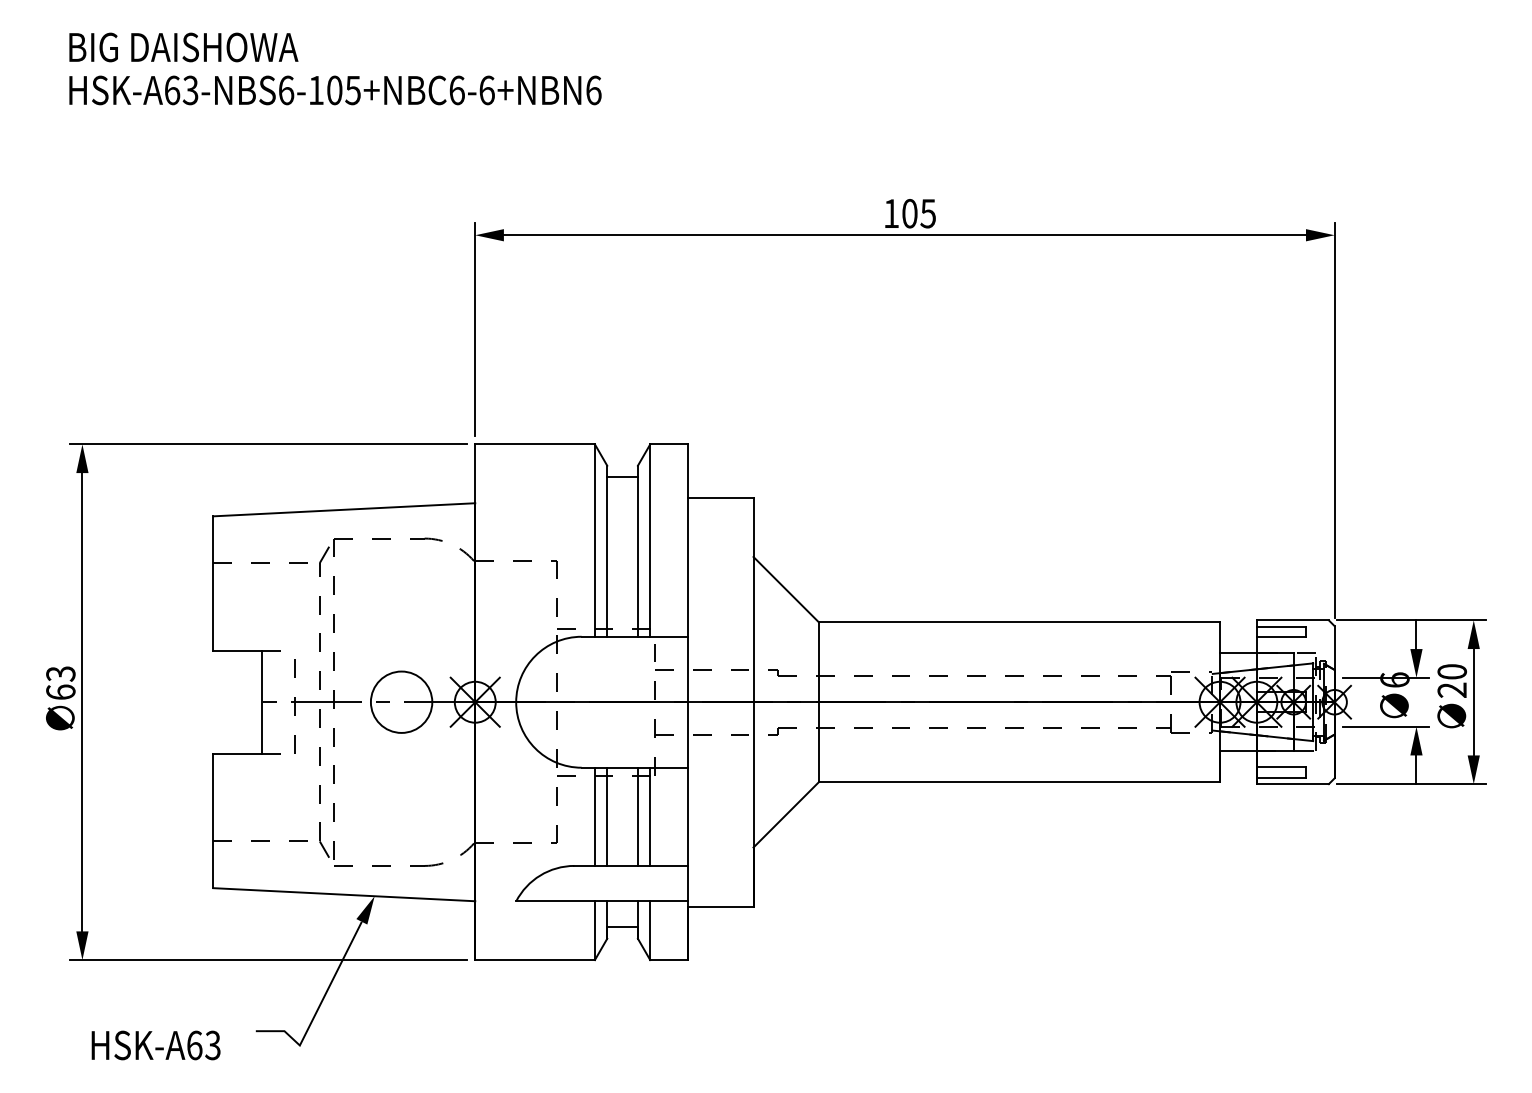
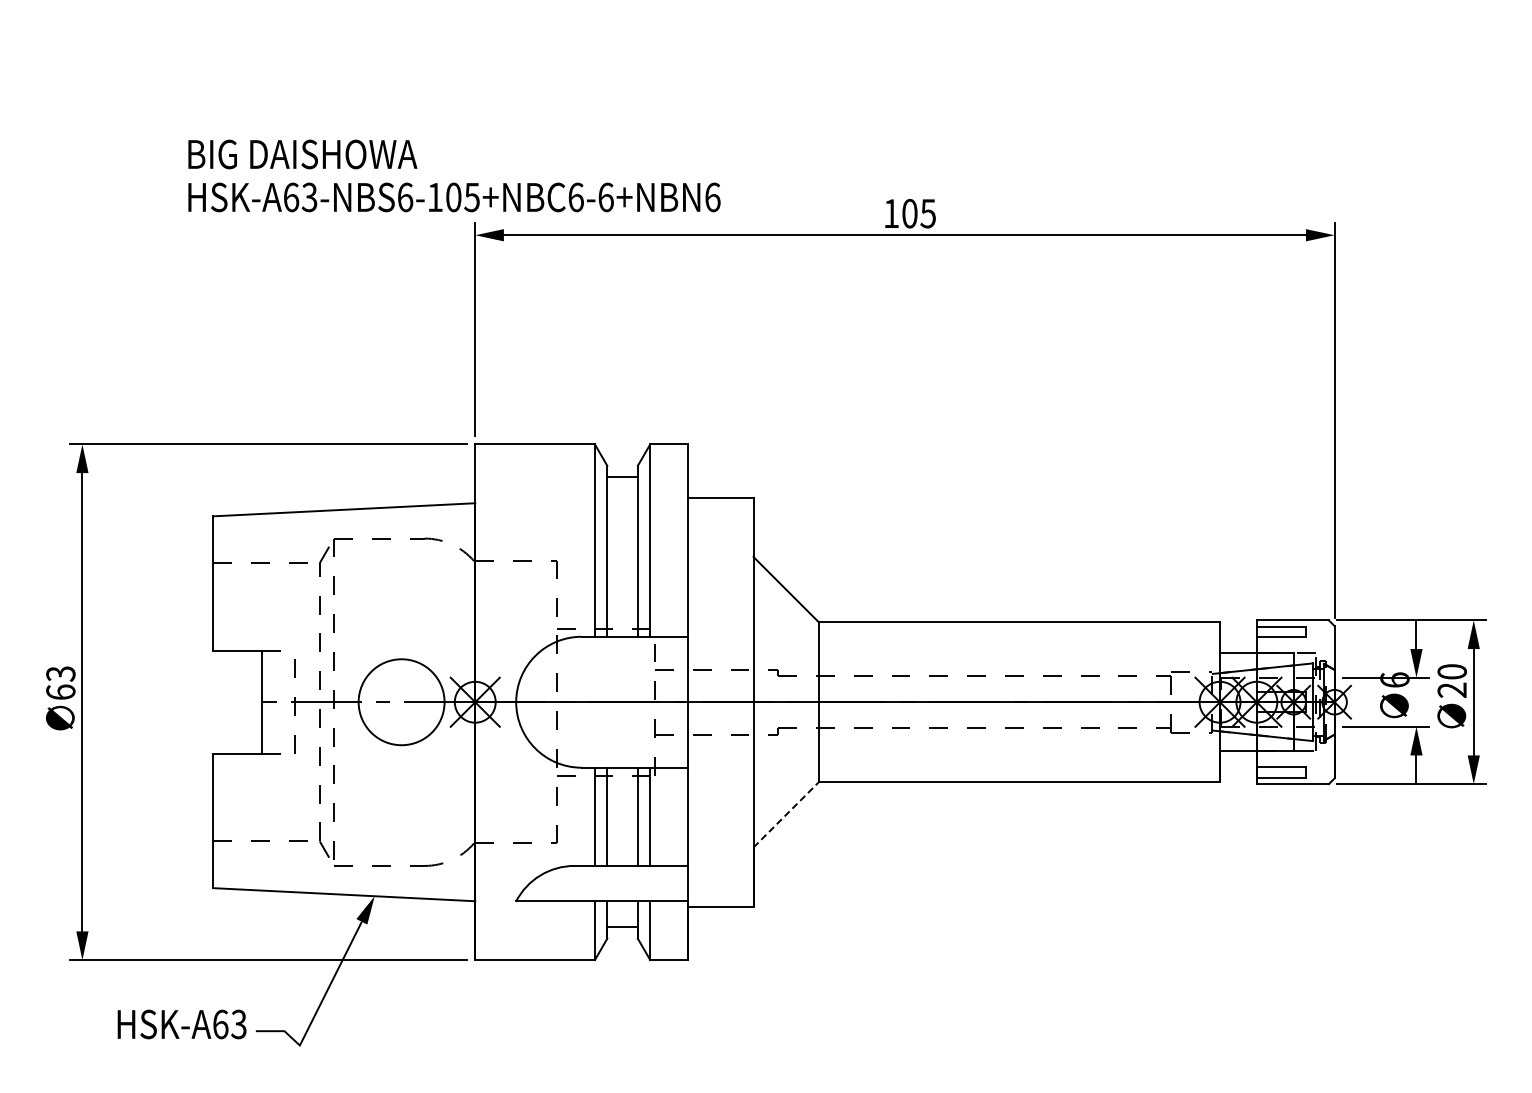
text at (335, 68) position: (335, 68) -> (454, 175)
circle at (401, 701) diameter: 61 px -> 86 px
line at (786, 814): solid -> dashed
text at (155, 1045) position: (155, 1045) -> (181, 1024)
